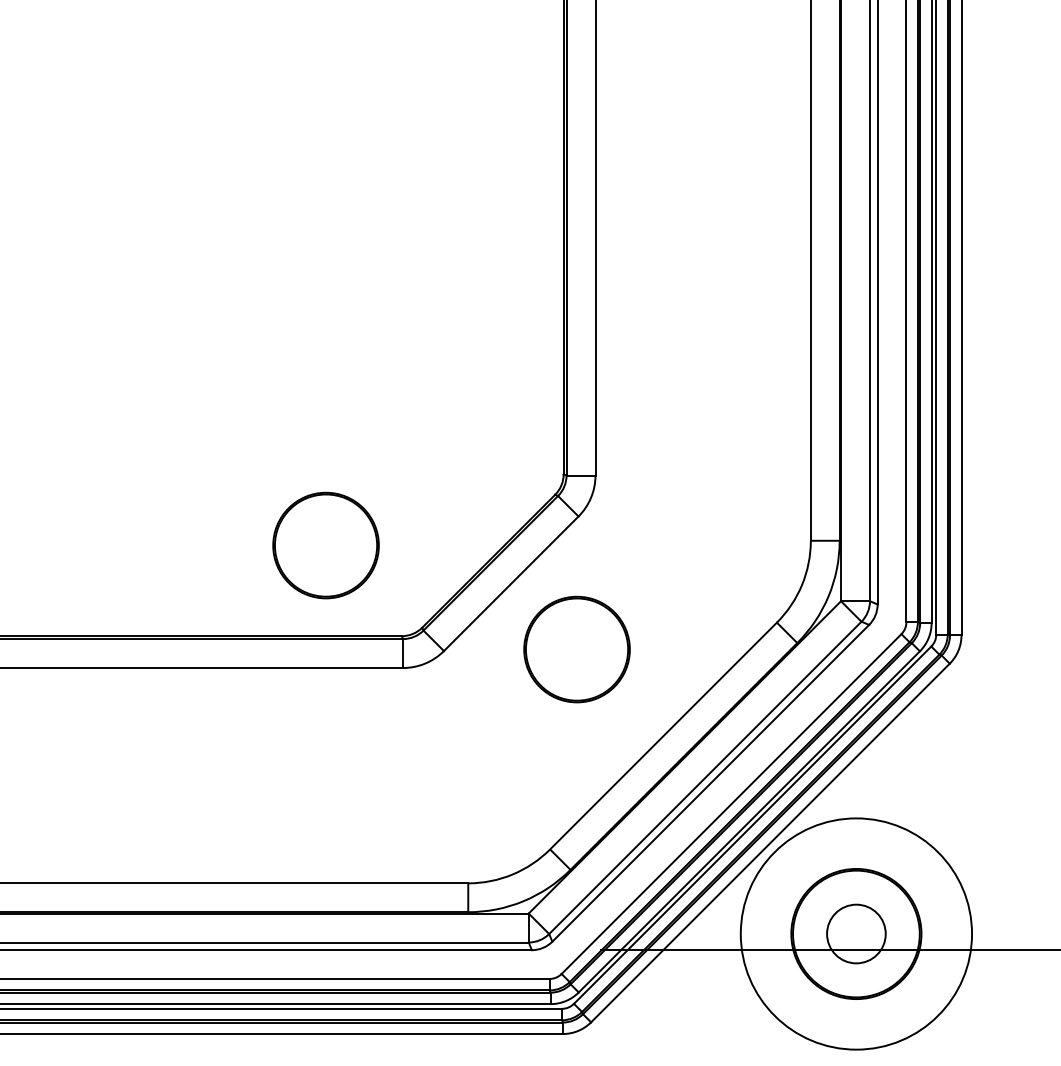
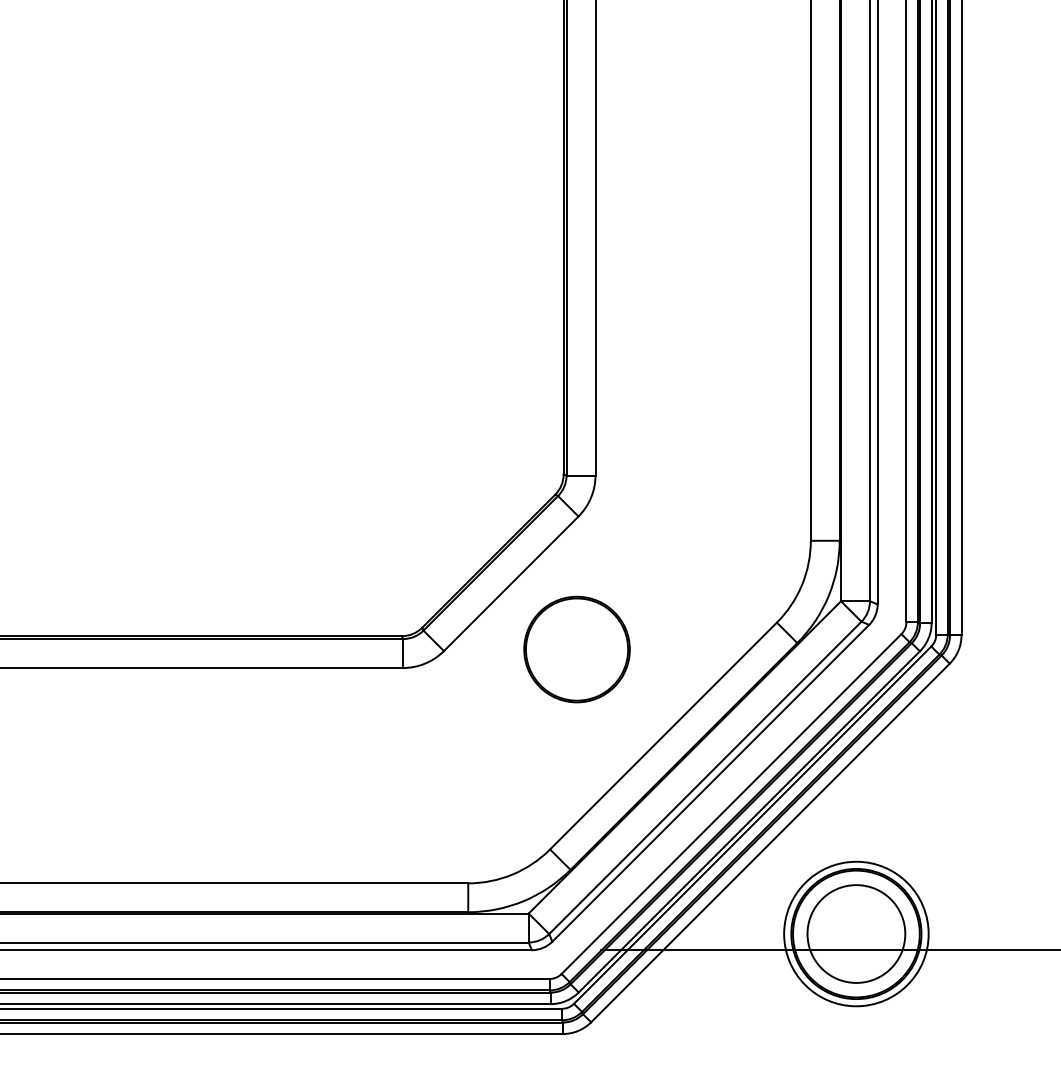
part at (325, 545): present -> none
circle at (856, 933) diameter: 231 px -> 145 px
circle at (856, 933) diameter: 59 px -> 98 px
